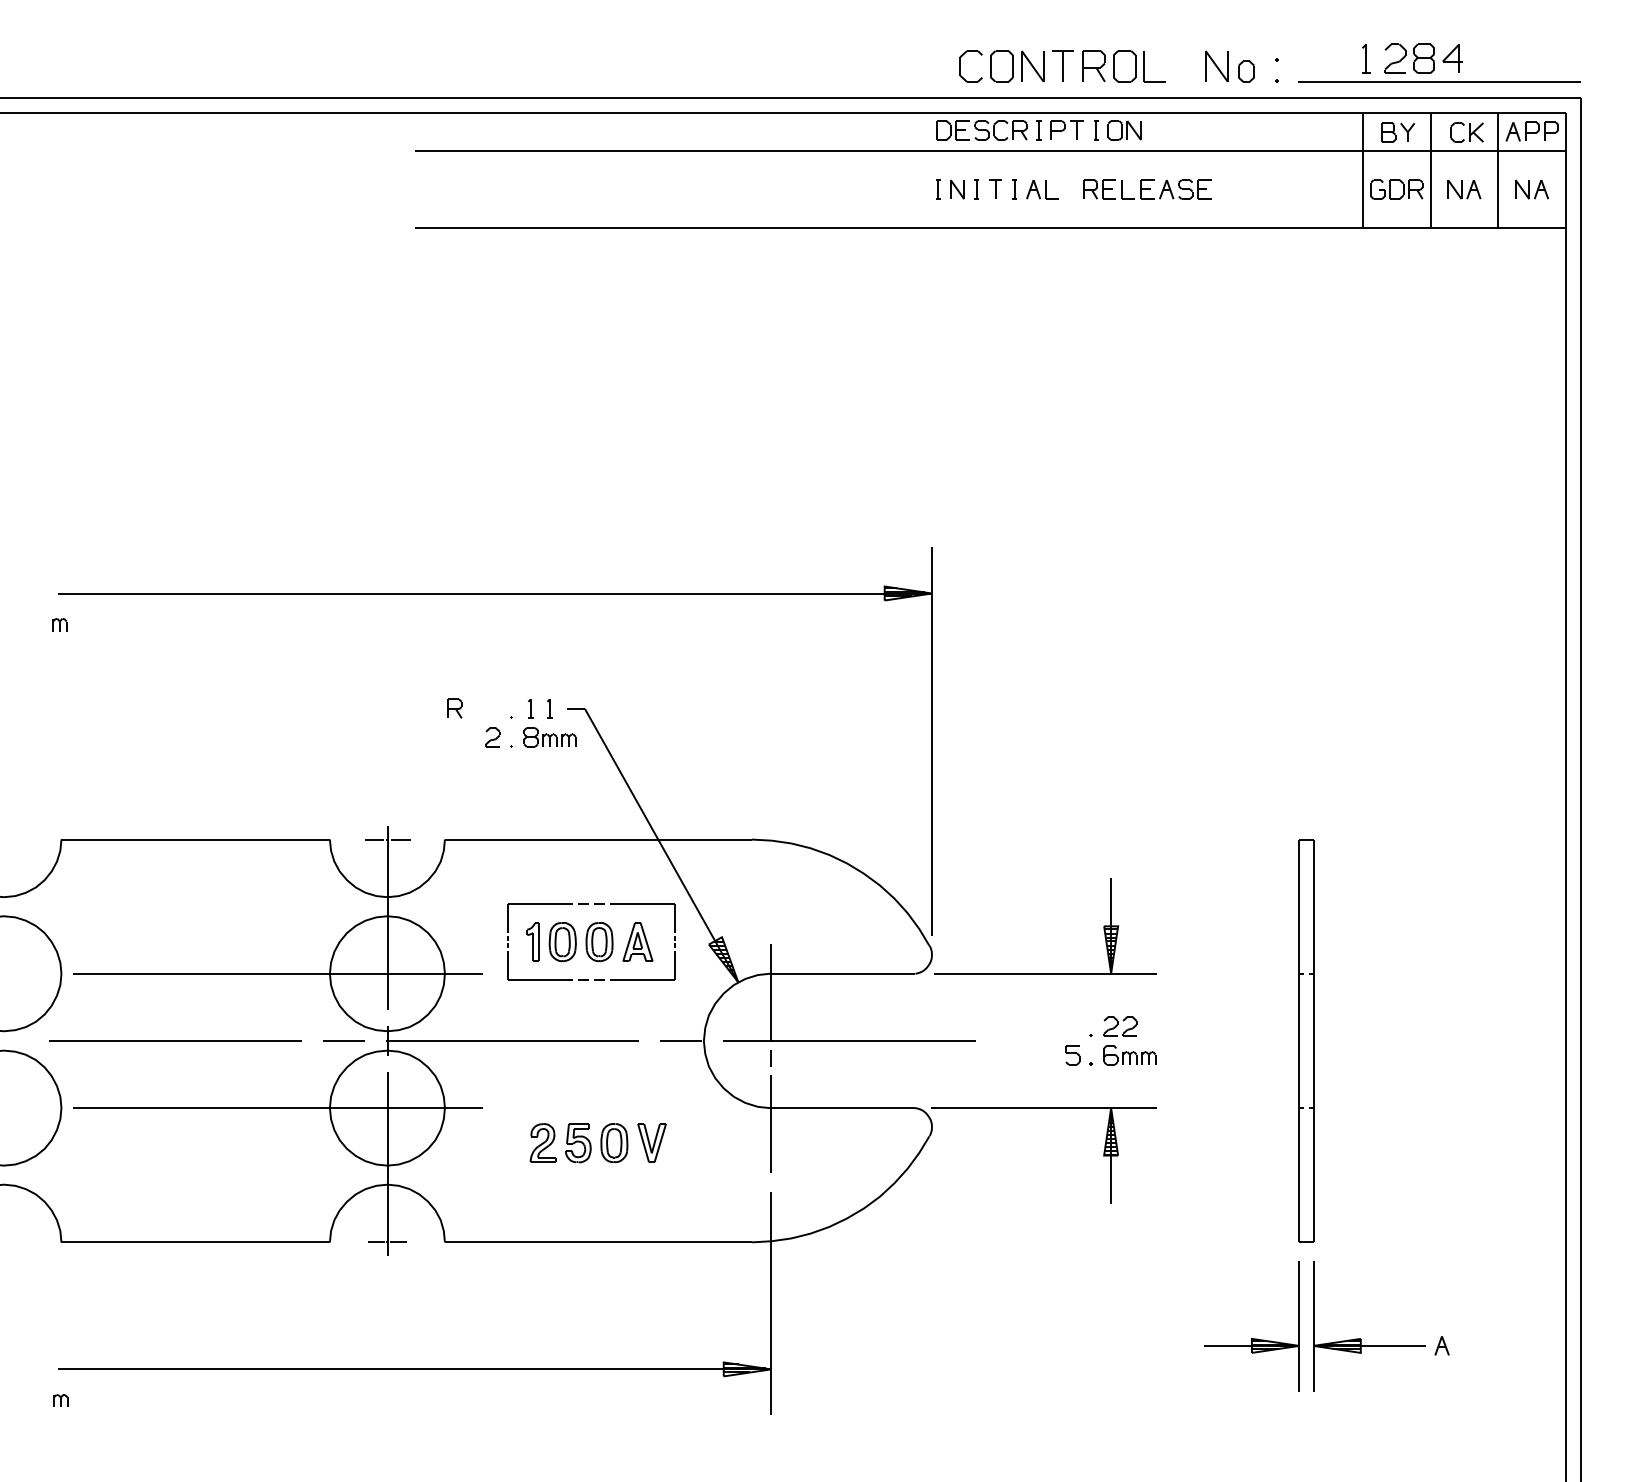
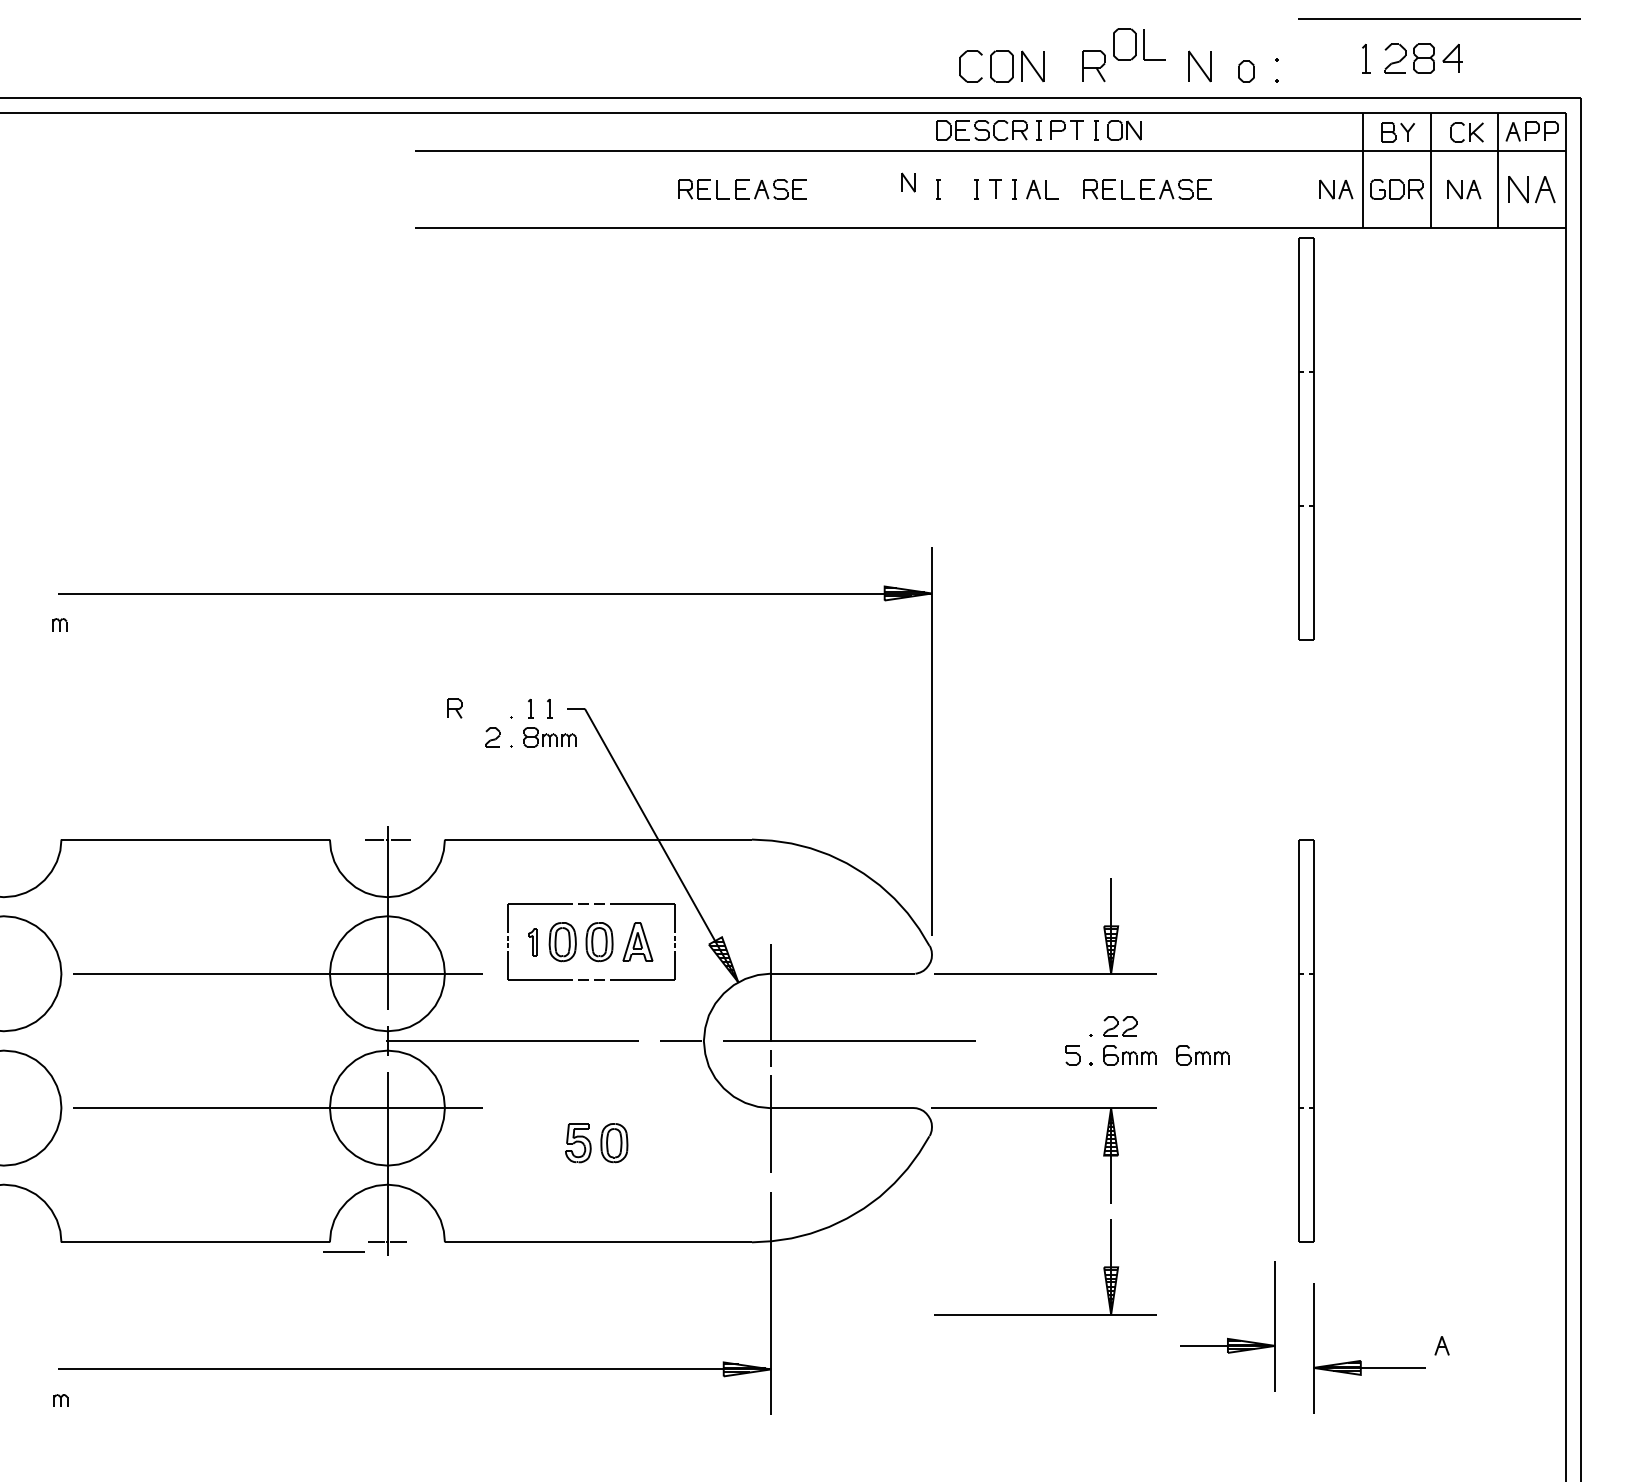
part at (1062, 65): present -> none
part at (1139, 66) position: (1139, 66) -> (1139, 44)
part at (1216, 66) position: (1216, 66) -> (1199, 66)
line at (1439, 81) position: (1439, 81) -> (1439, 18)
part at (742, 189): none -> present
part at (957, 189) position: (957, 189) -> (908, 182)
part at (1336, 189): none -> present
part at (1531, 189) size: 34x21 px -> 48x28 px
part at (1306, 438): none -> present
part at (532, 941) size: 14x40 px -> 10x29 px
line at (175, 1040): present -> none
line at (343, 1040) position: (343, 1040) -> (343, 1251)
part at (1202, 1055): none -> present
part at (542, 1142): present -> none
part at (651, 1142): present -> none
part at (1045, 1314): none -> present
part at (1251, 1337) position: (1251, 1337) -> (1227, 1337)
part at (1360, 1338) position: (1360, 1338) -> (1360, 1360)
